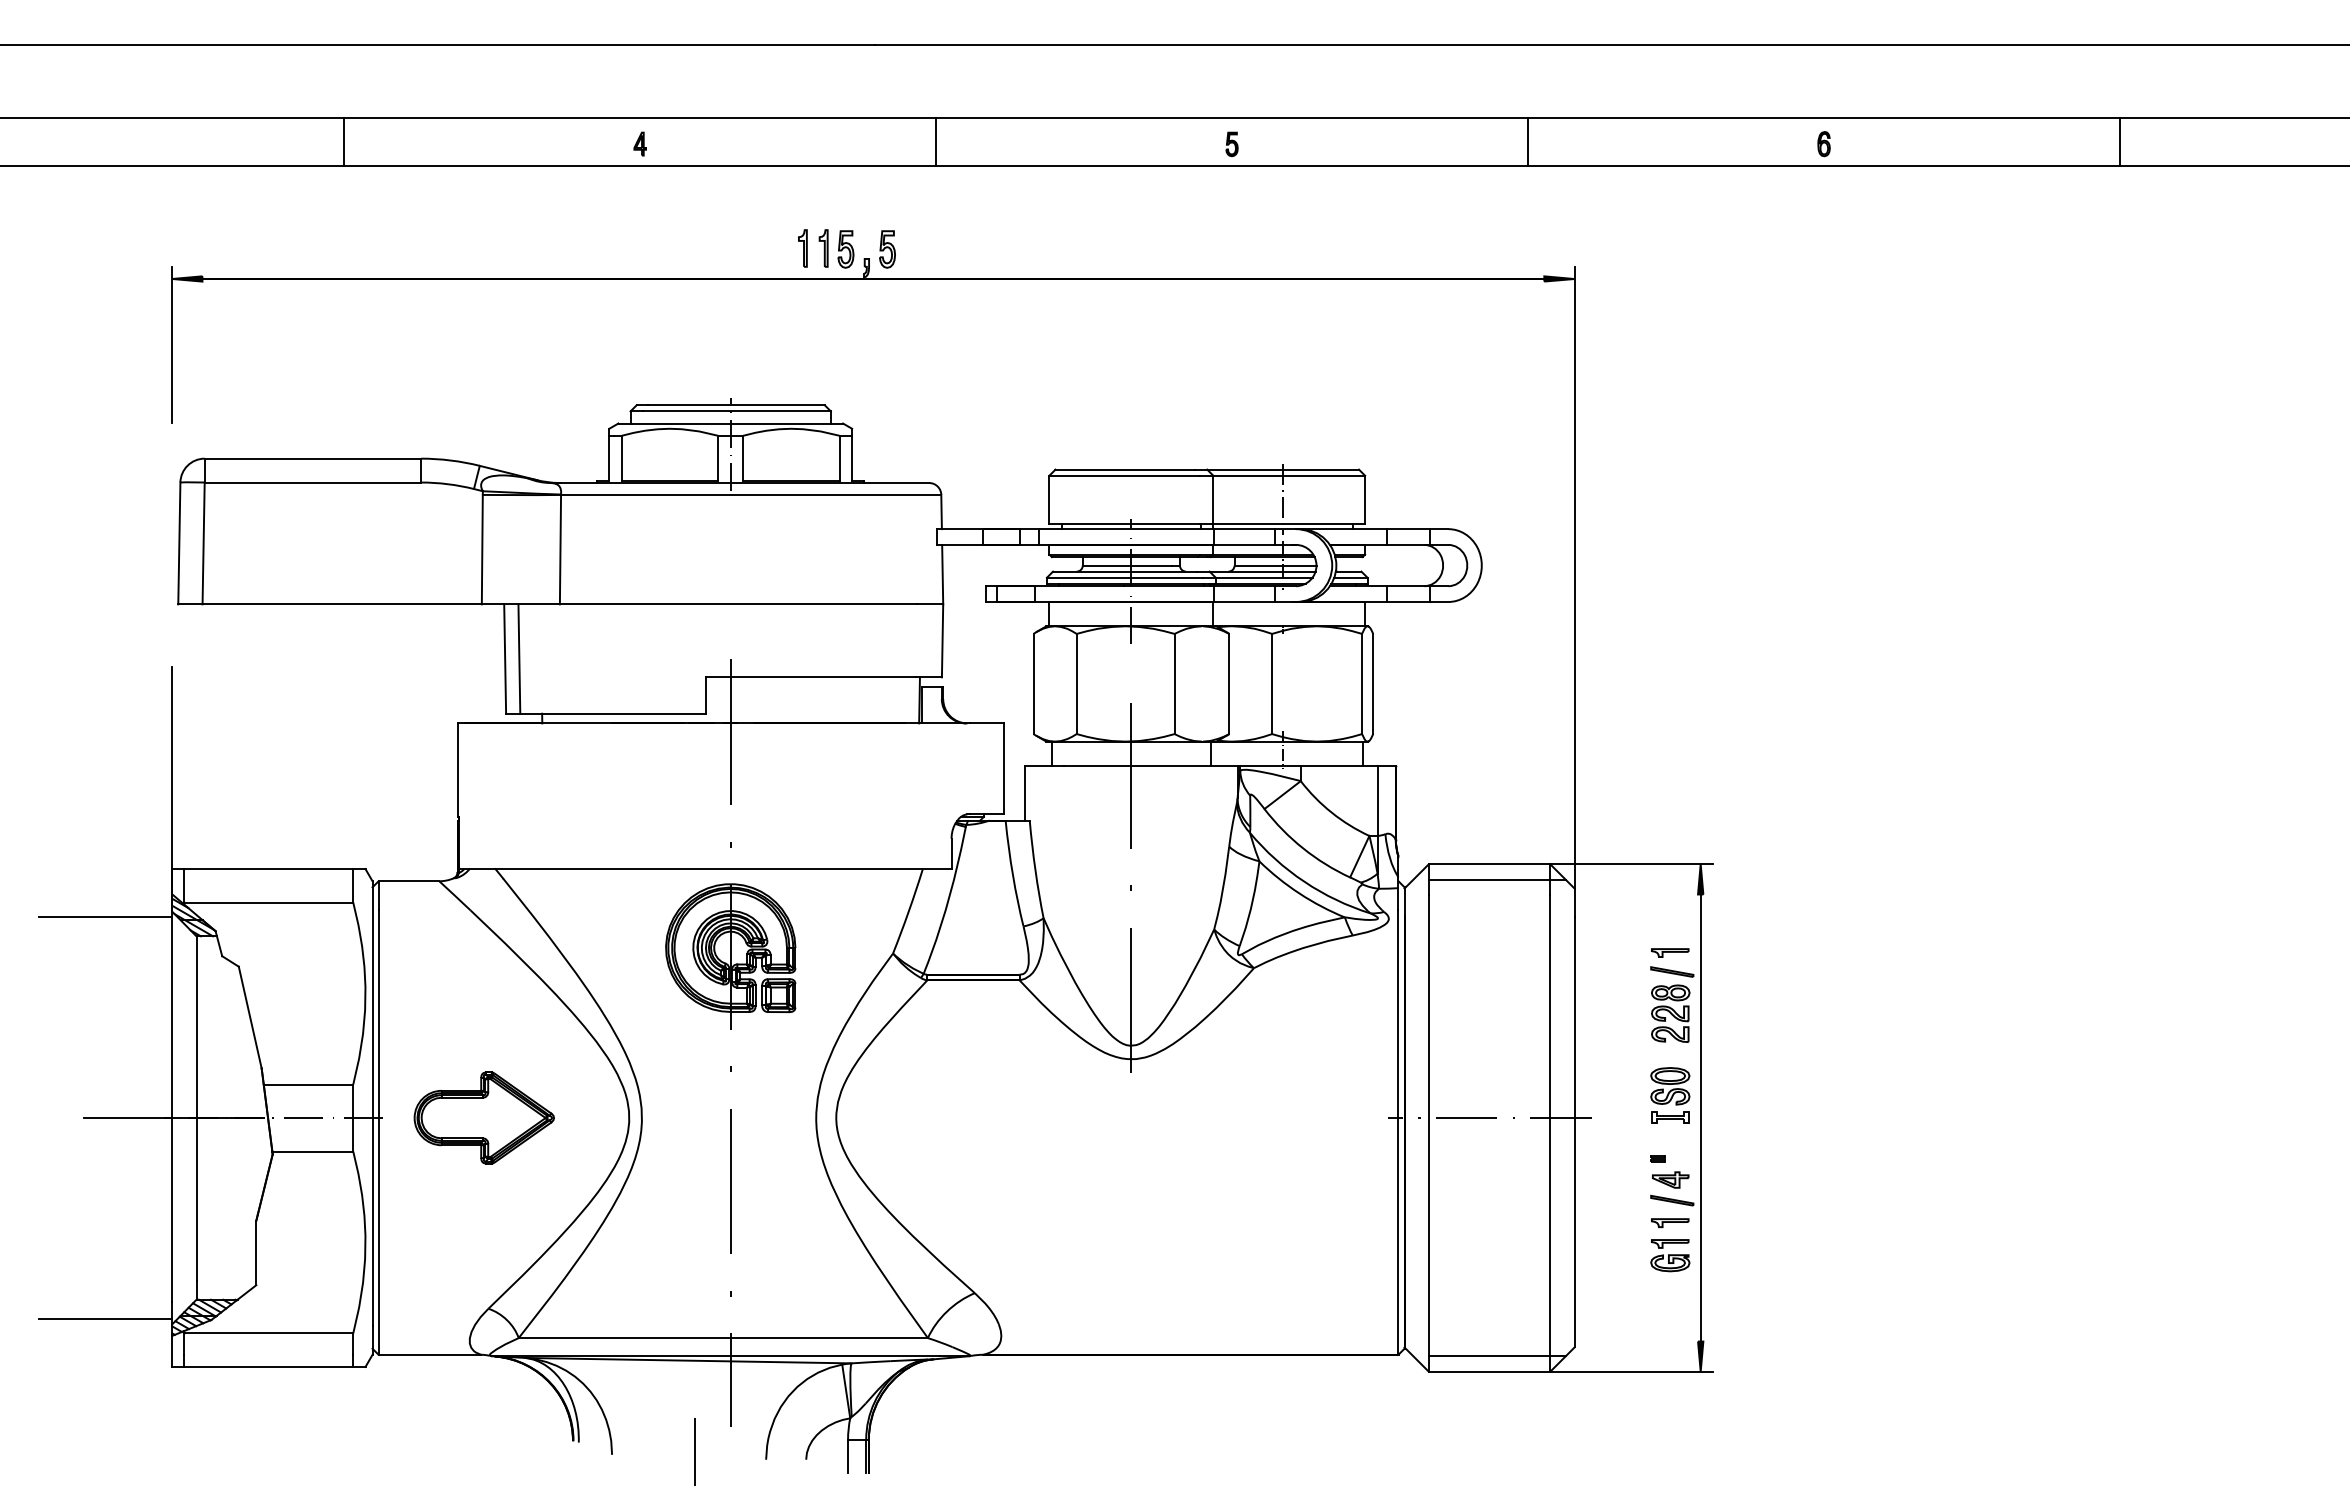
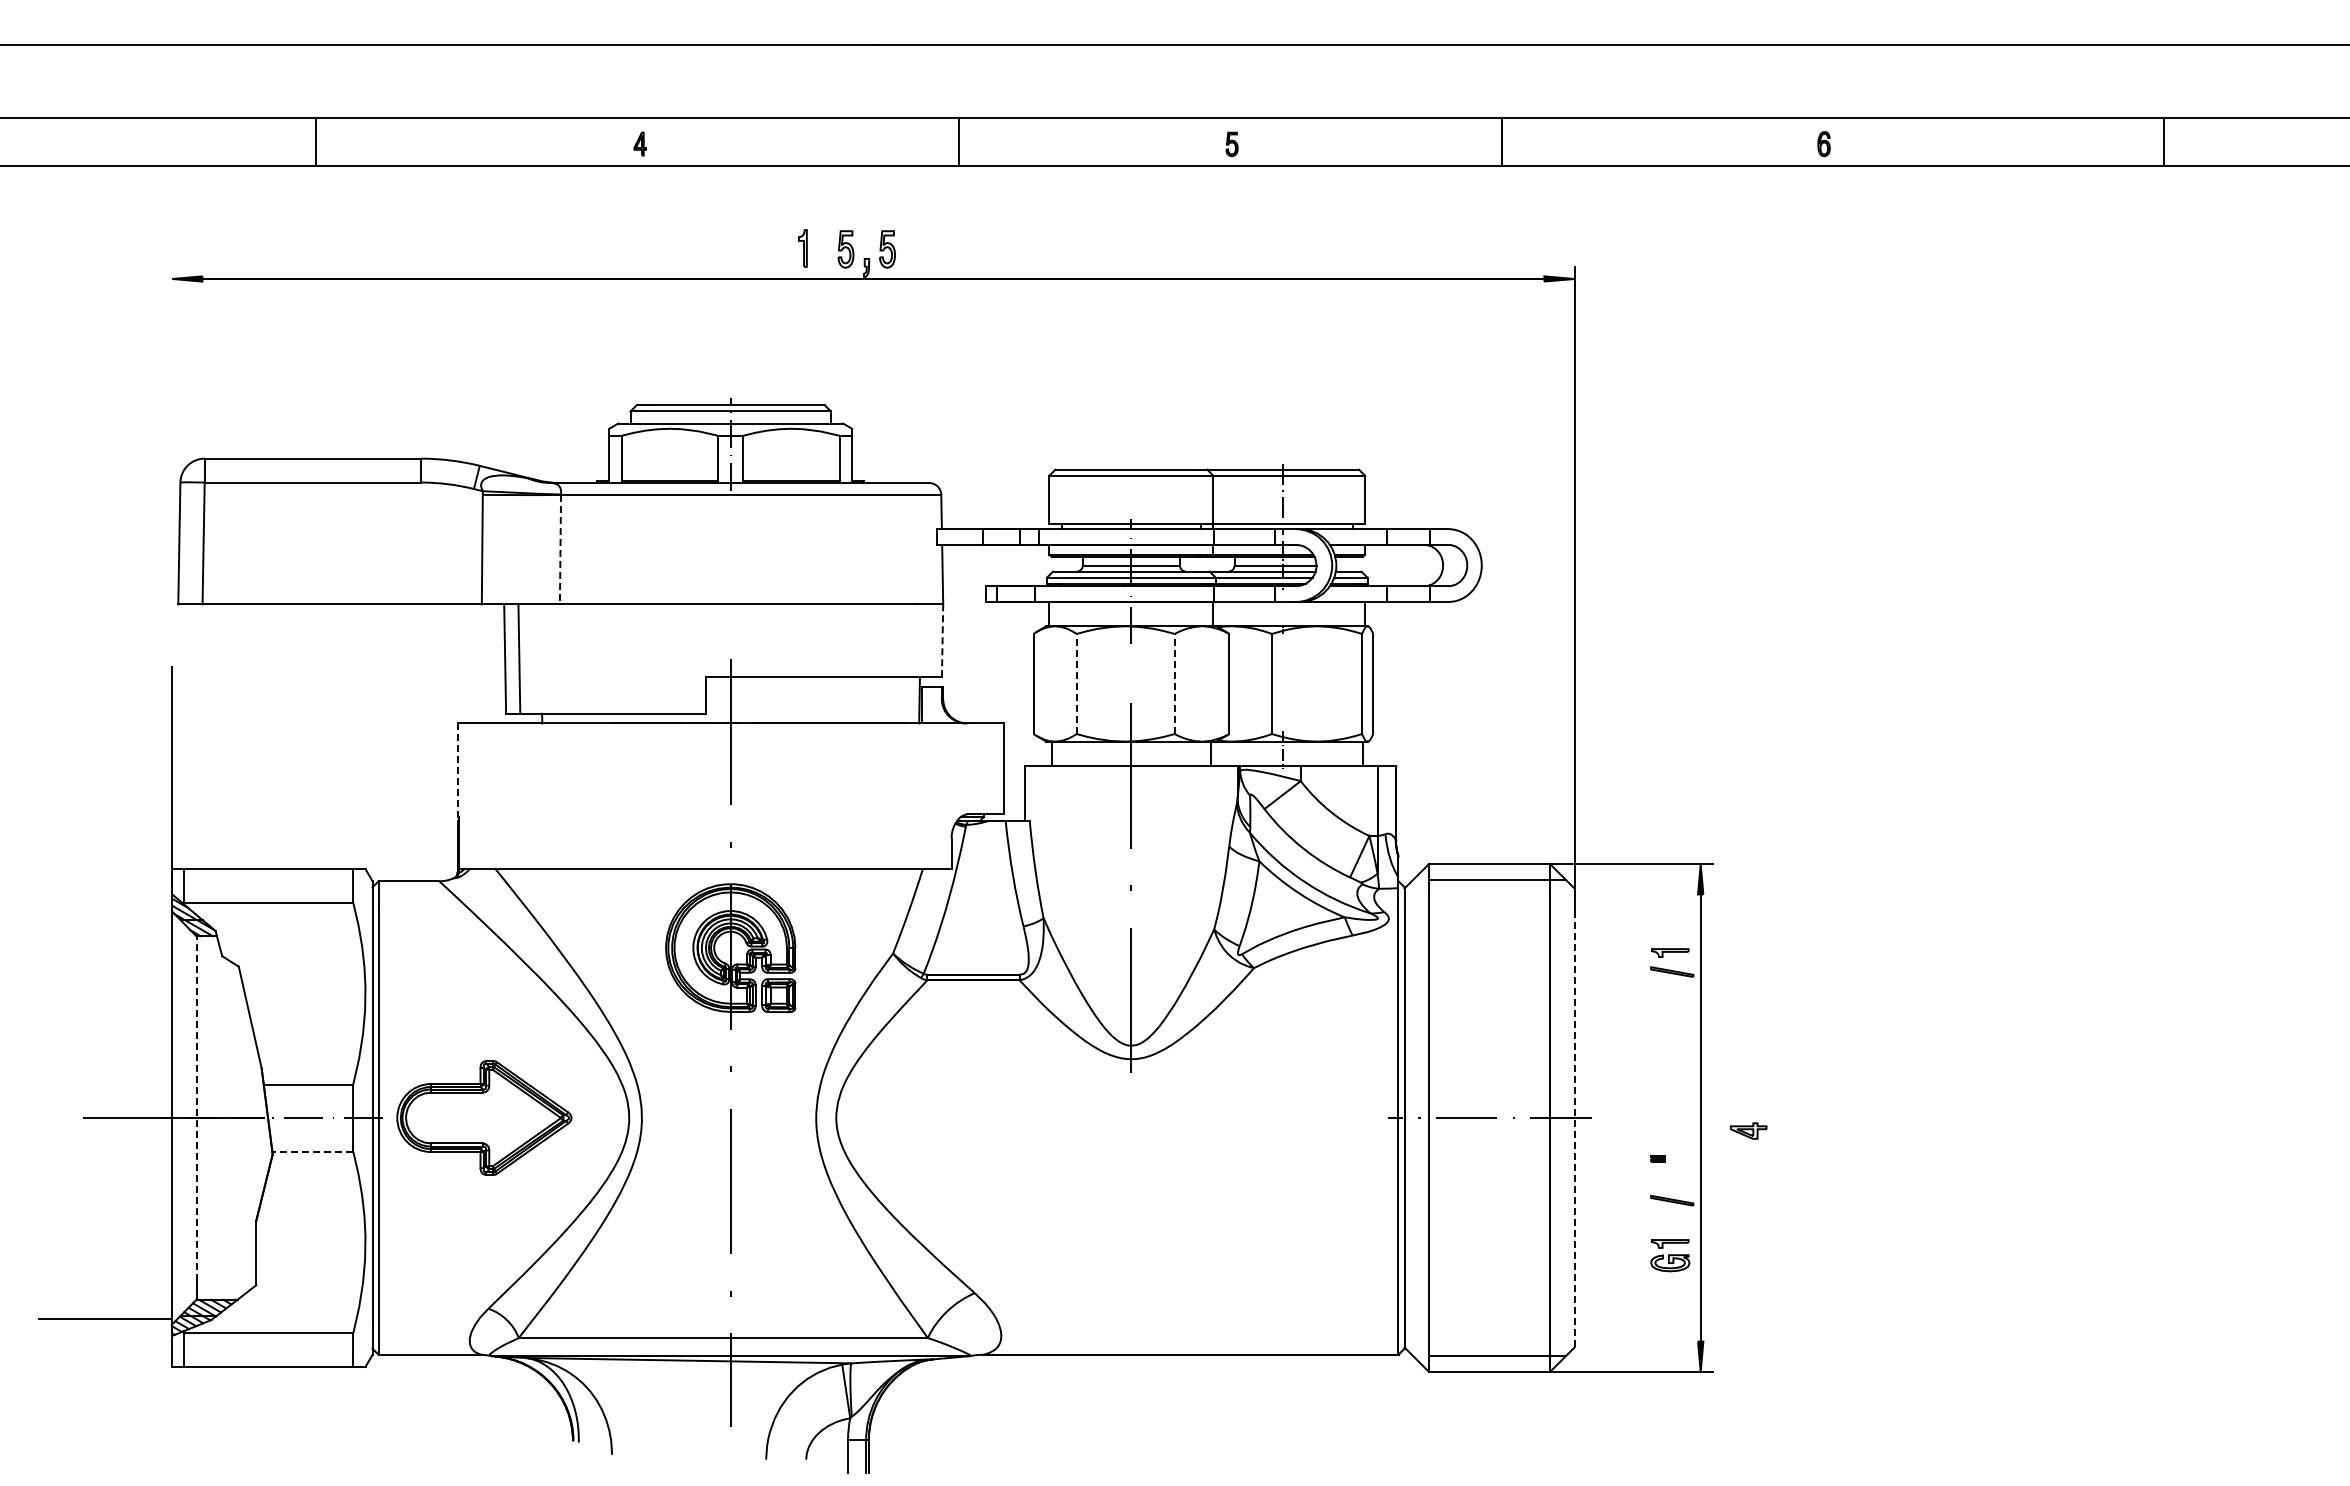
line at (343, 141) position: (343, 141) -> (315, 141)
line at (935, 141) position: (935, 141) -> (958, 141)
line at (1527, 141) position: (1527, 141) -> (1501, 141)
line at (2119, 141) position: (2119, 141) -> (2163, 141)
part at (823, 248): present -> none
line at (172, 344): present -> none
line at (560, 549): solid -> dashed
line at (942, 640): solid -> dashed
line at (1076, 683): solid -> dashed
line at (1174, 683): solid -> dashed
line at (457, 770): solid -> dashed
line at (105, 917): present -> none
part at (1670, 1013): present -> none
part at (1670, 1095): present -> none
line at (196, 1107): solid -> dashed
part at (483, 1117) size: 142x94 px -> 177x116 px
line at (1574, 1131): solid -> dashed
line at (312, 1151): solid -> dashed
part at (1670, 1179) position: (1670, 1179) -> (1748, 1130)
part at (1670, 1223): present -> none
line at (694, 1450): present -> none
